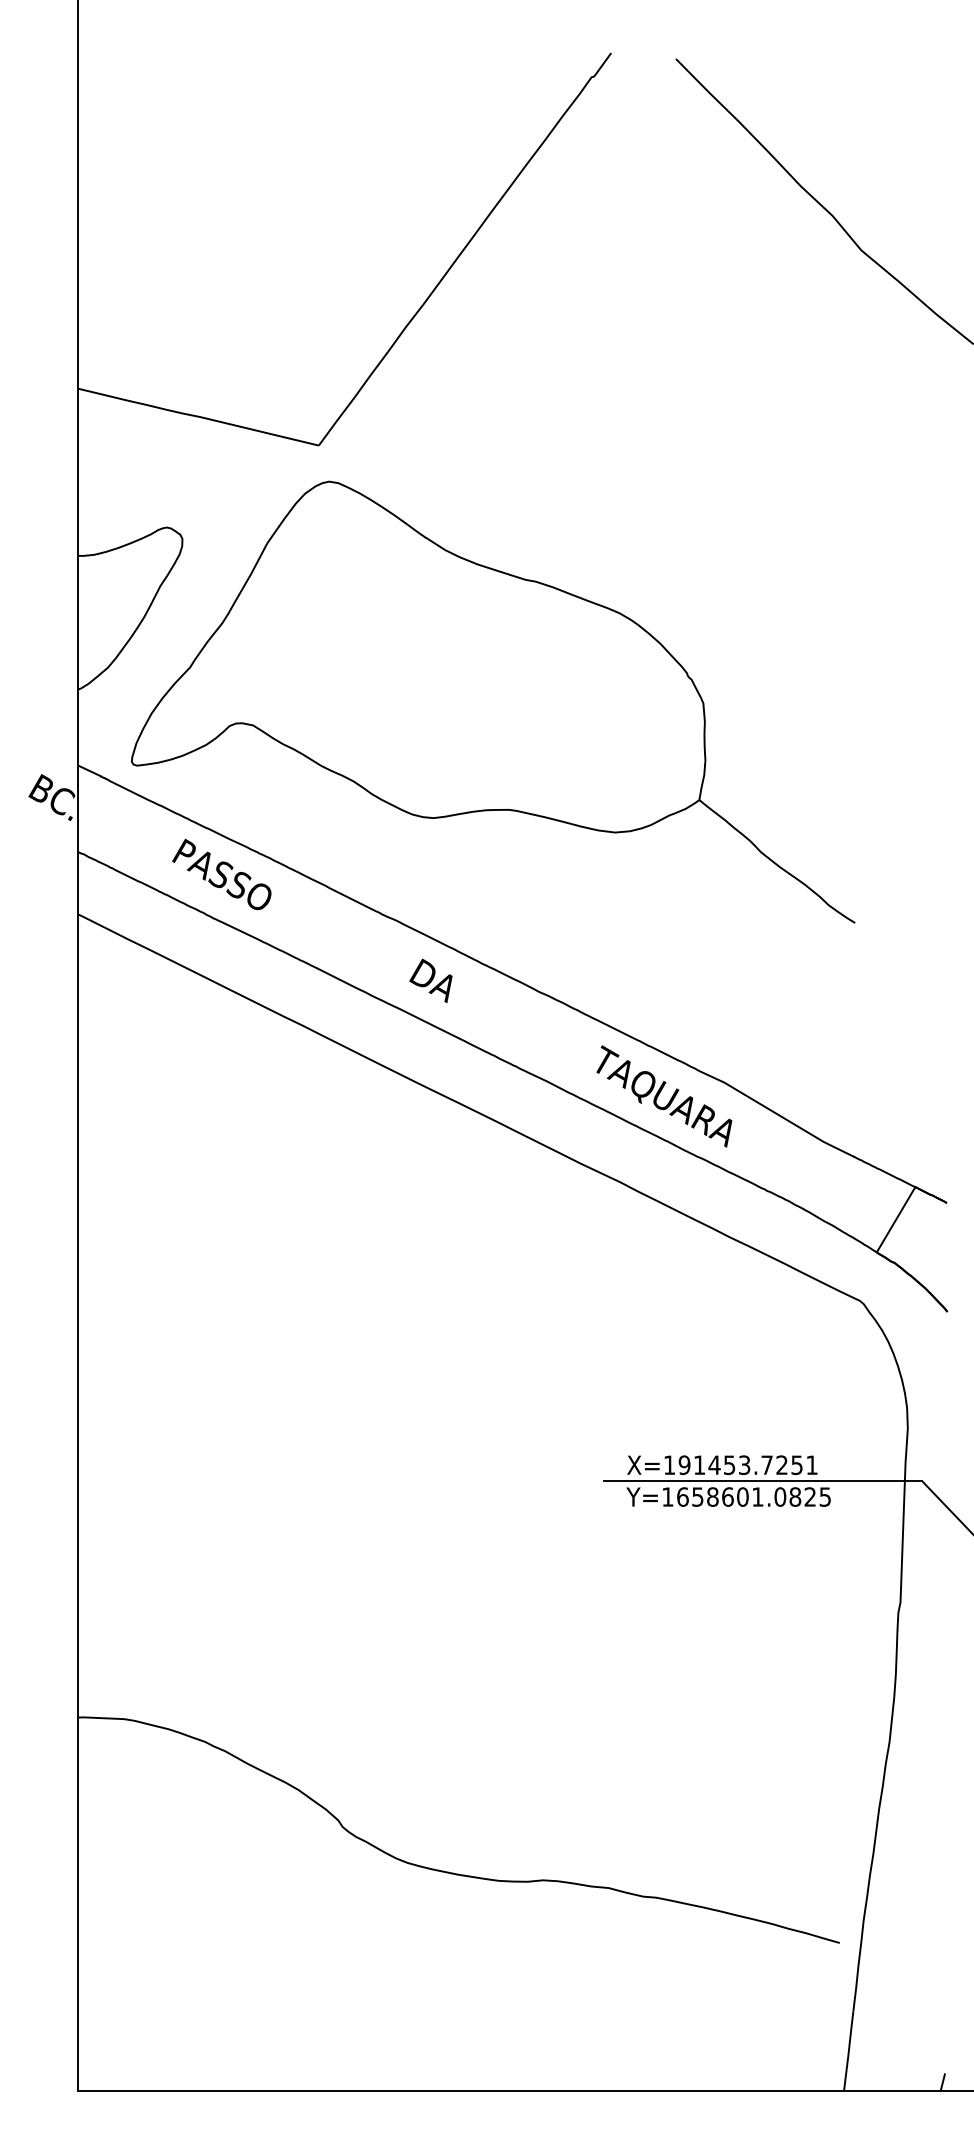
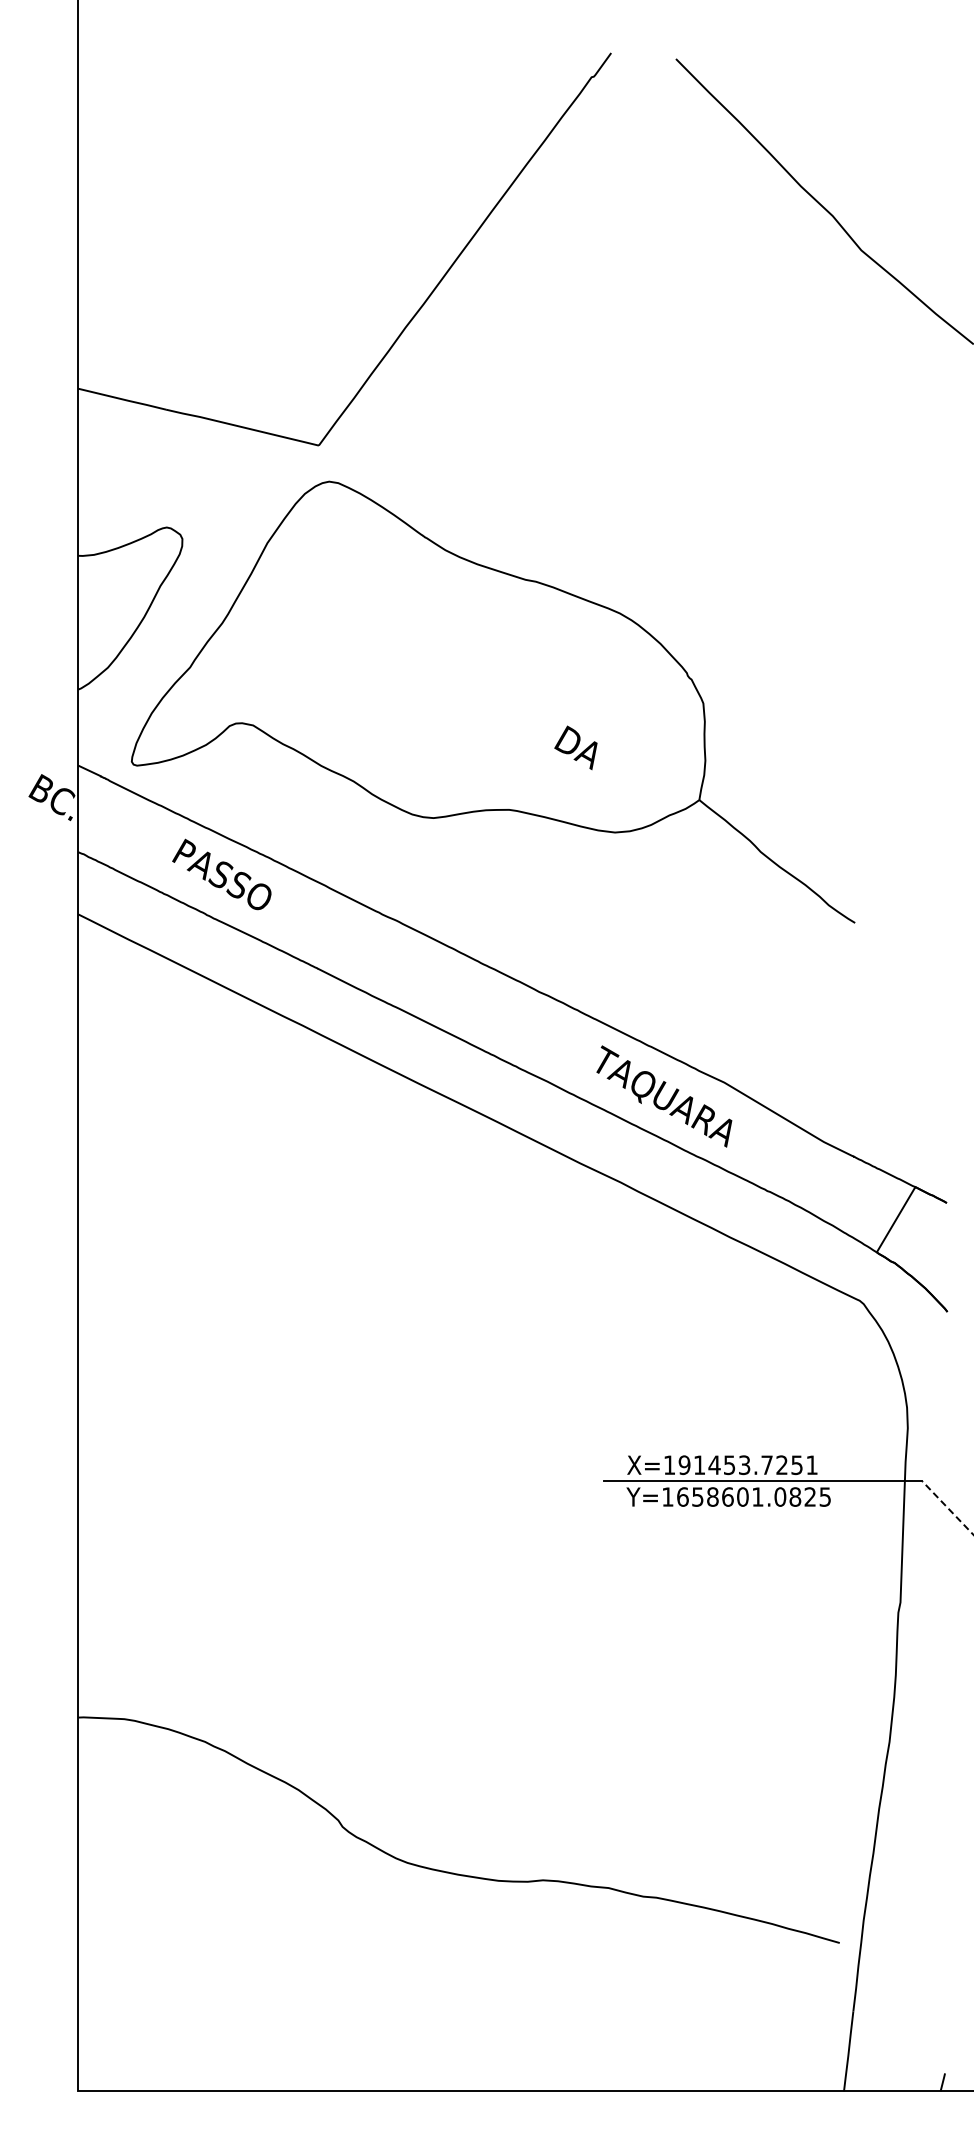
text at (430, 980) position: (430, 980) -> (575, 747)
line at (947, 1508): solid -> dashed
